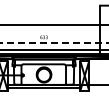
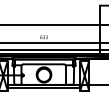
line at (54, 43): dashed -> solid
